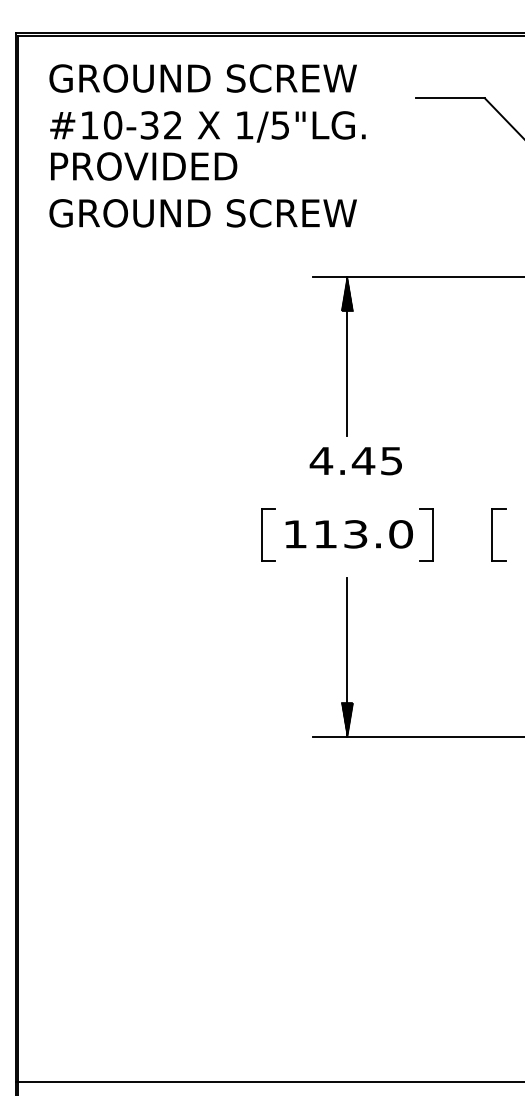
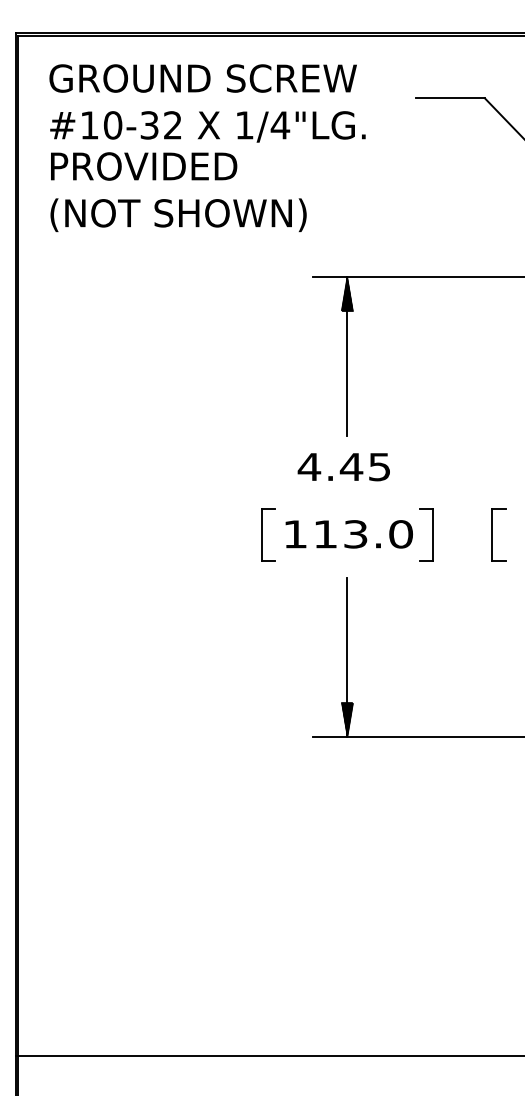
text at (280, 125): 1/5"LG. -> 1/4"LG.
text at (202, 215): GROUND SCREW -> (NOT SHOWN)
text at (355, 461) position: (355, 461) -> (343, 467)
line at (268, 1082) position: (268, 1082) -> (268, 1056)
